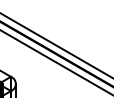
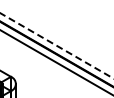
line at (56, 45): solid -> dashed
